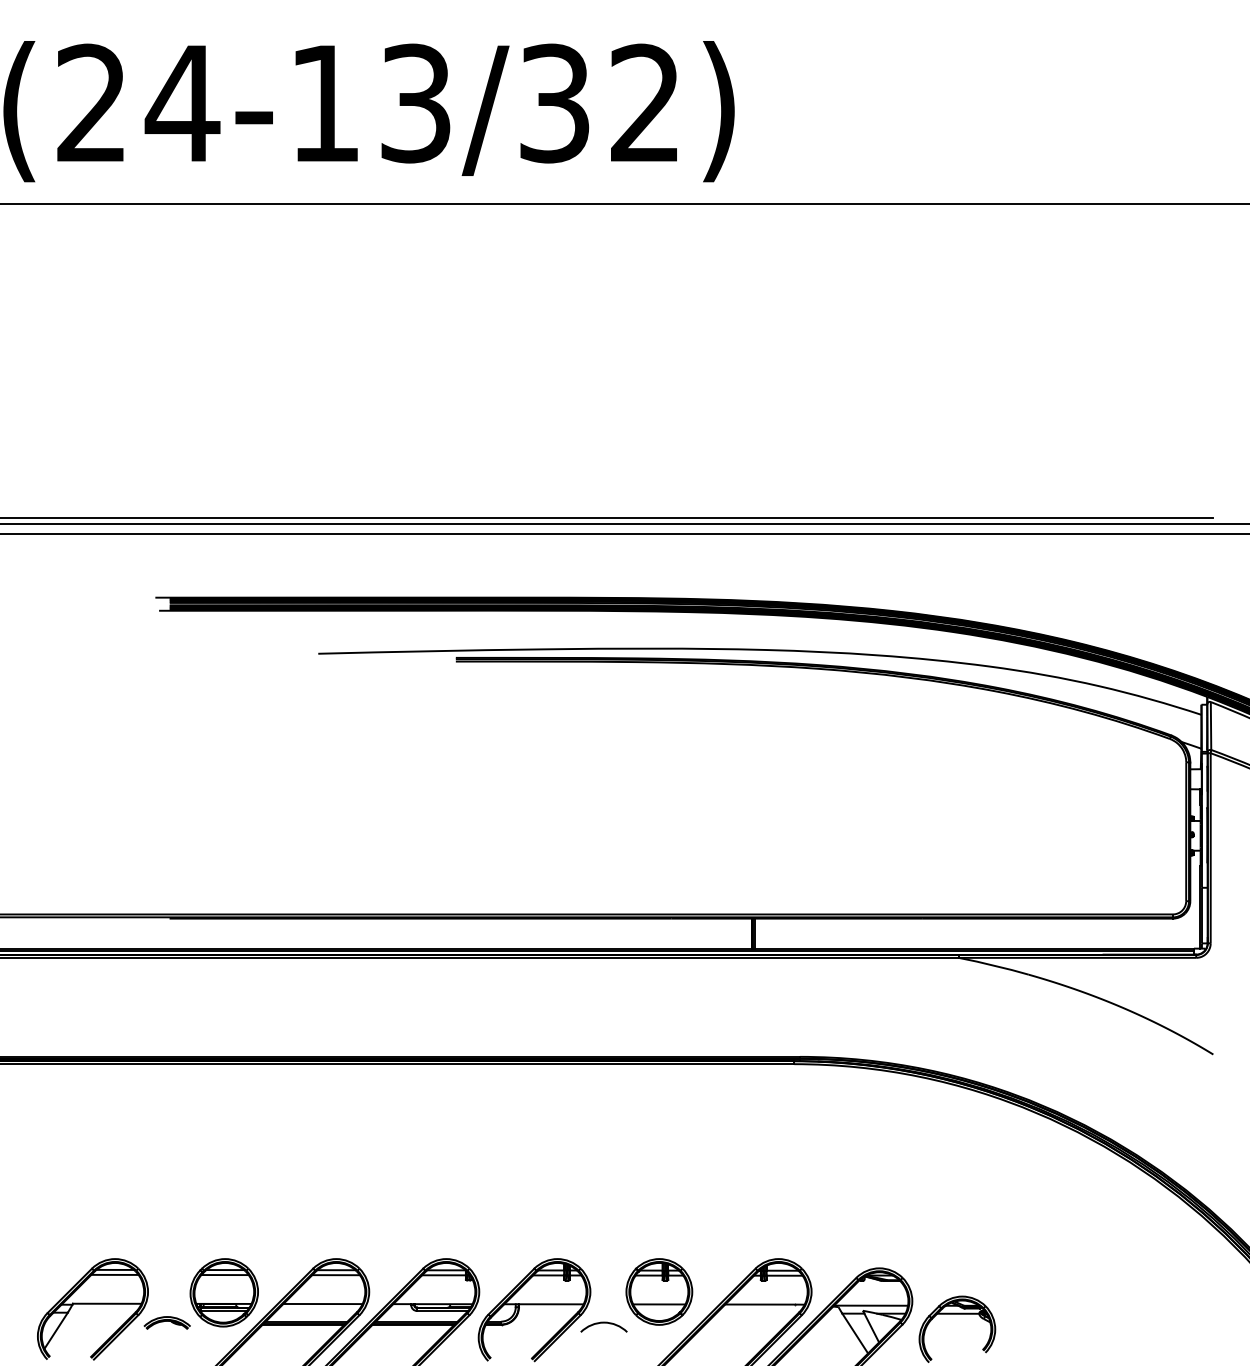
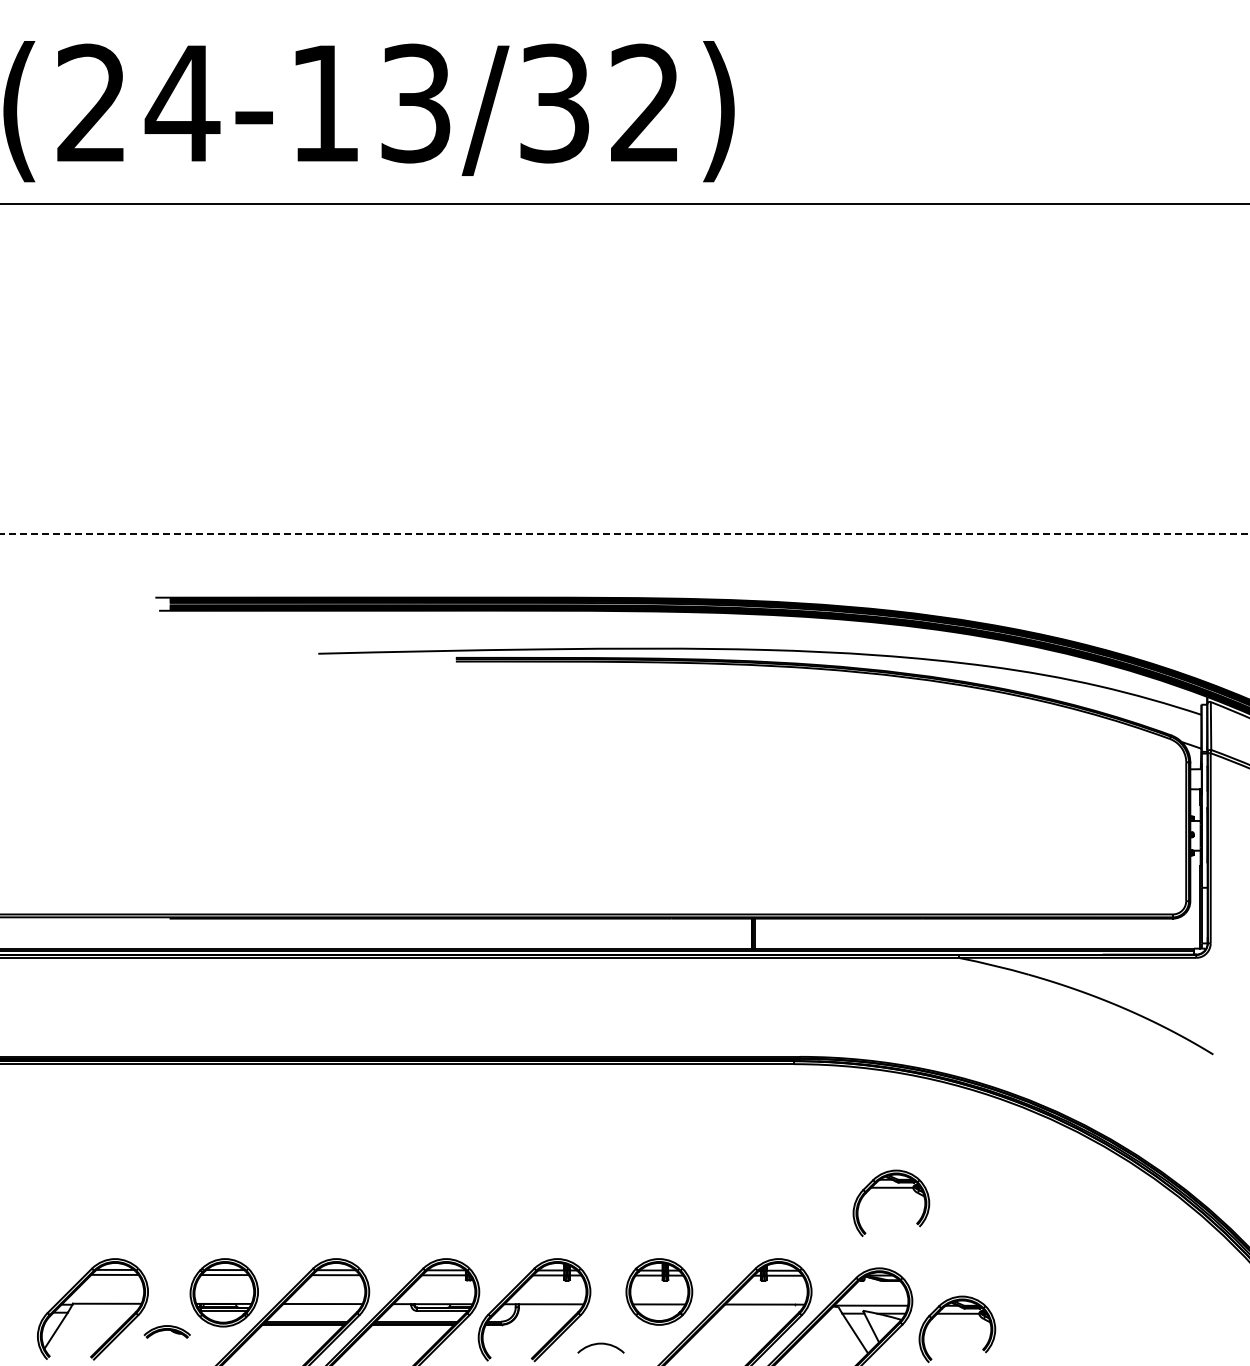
line at (607, 518): present -> none
line at (624, 523): present -> none
line at (624, 533): solid -> dashed
part at (891, 1188): none -> present
part at (166, 1322) position: (166, 1322) -> (166, 1331)
curve at (603, 1323) position: (603, 1323) -> (600, 1344)
